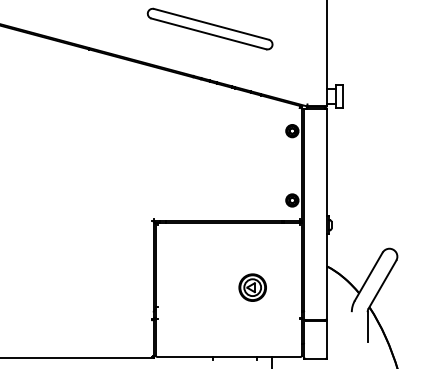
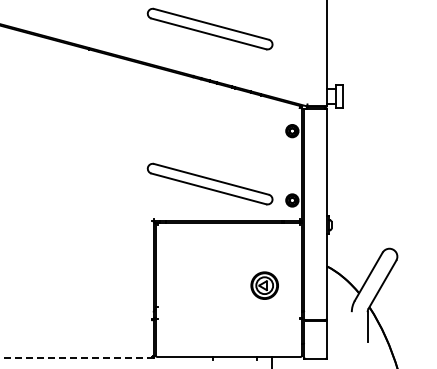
part at (209, 183): none -> present
part at (252, 287) position: (252, 287) -> (264, 285)
line at (76, 357): solid -> dashed
